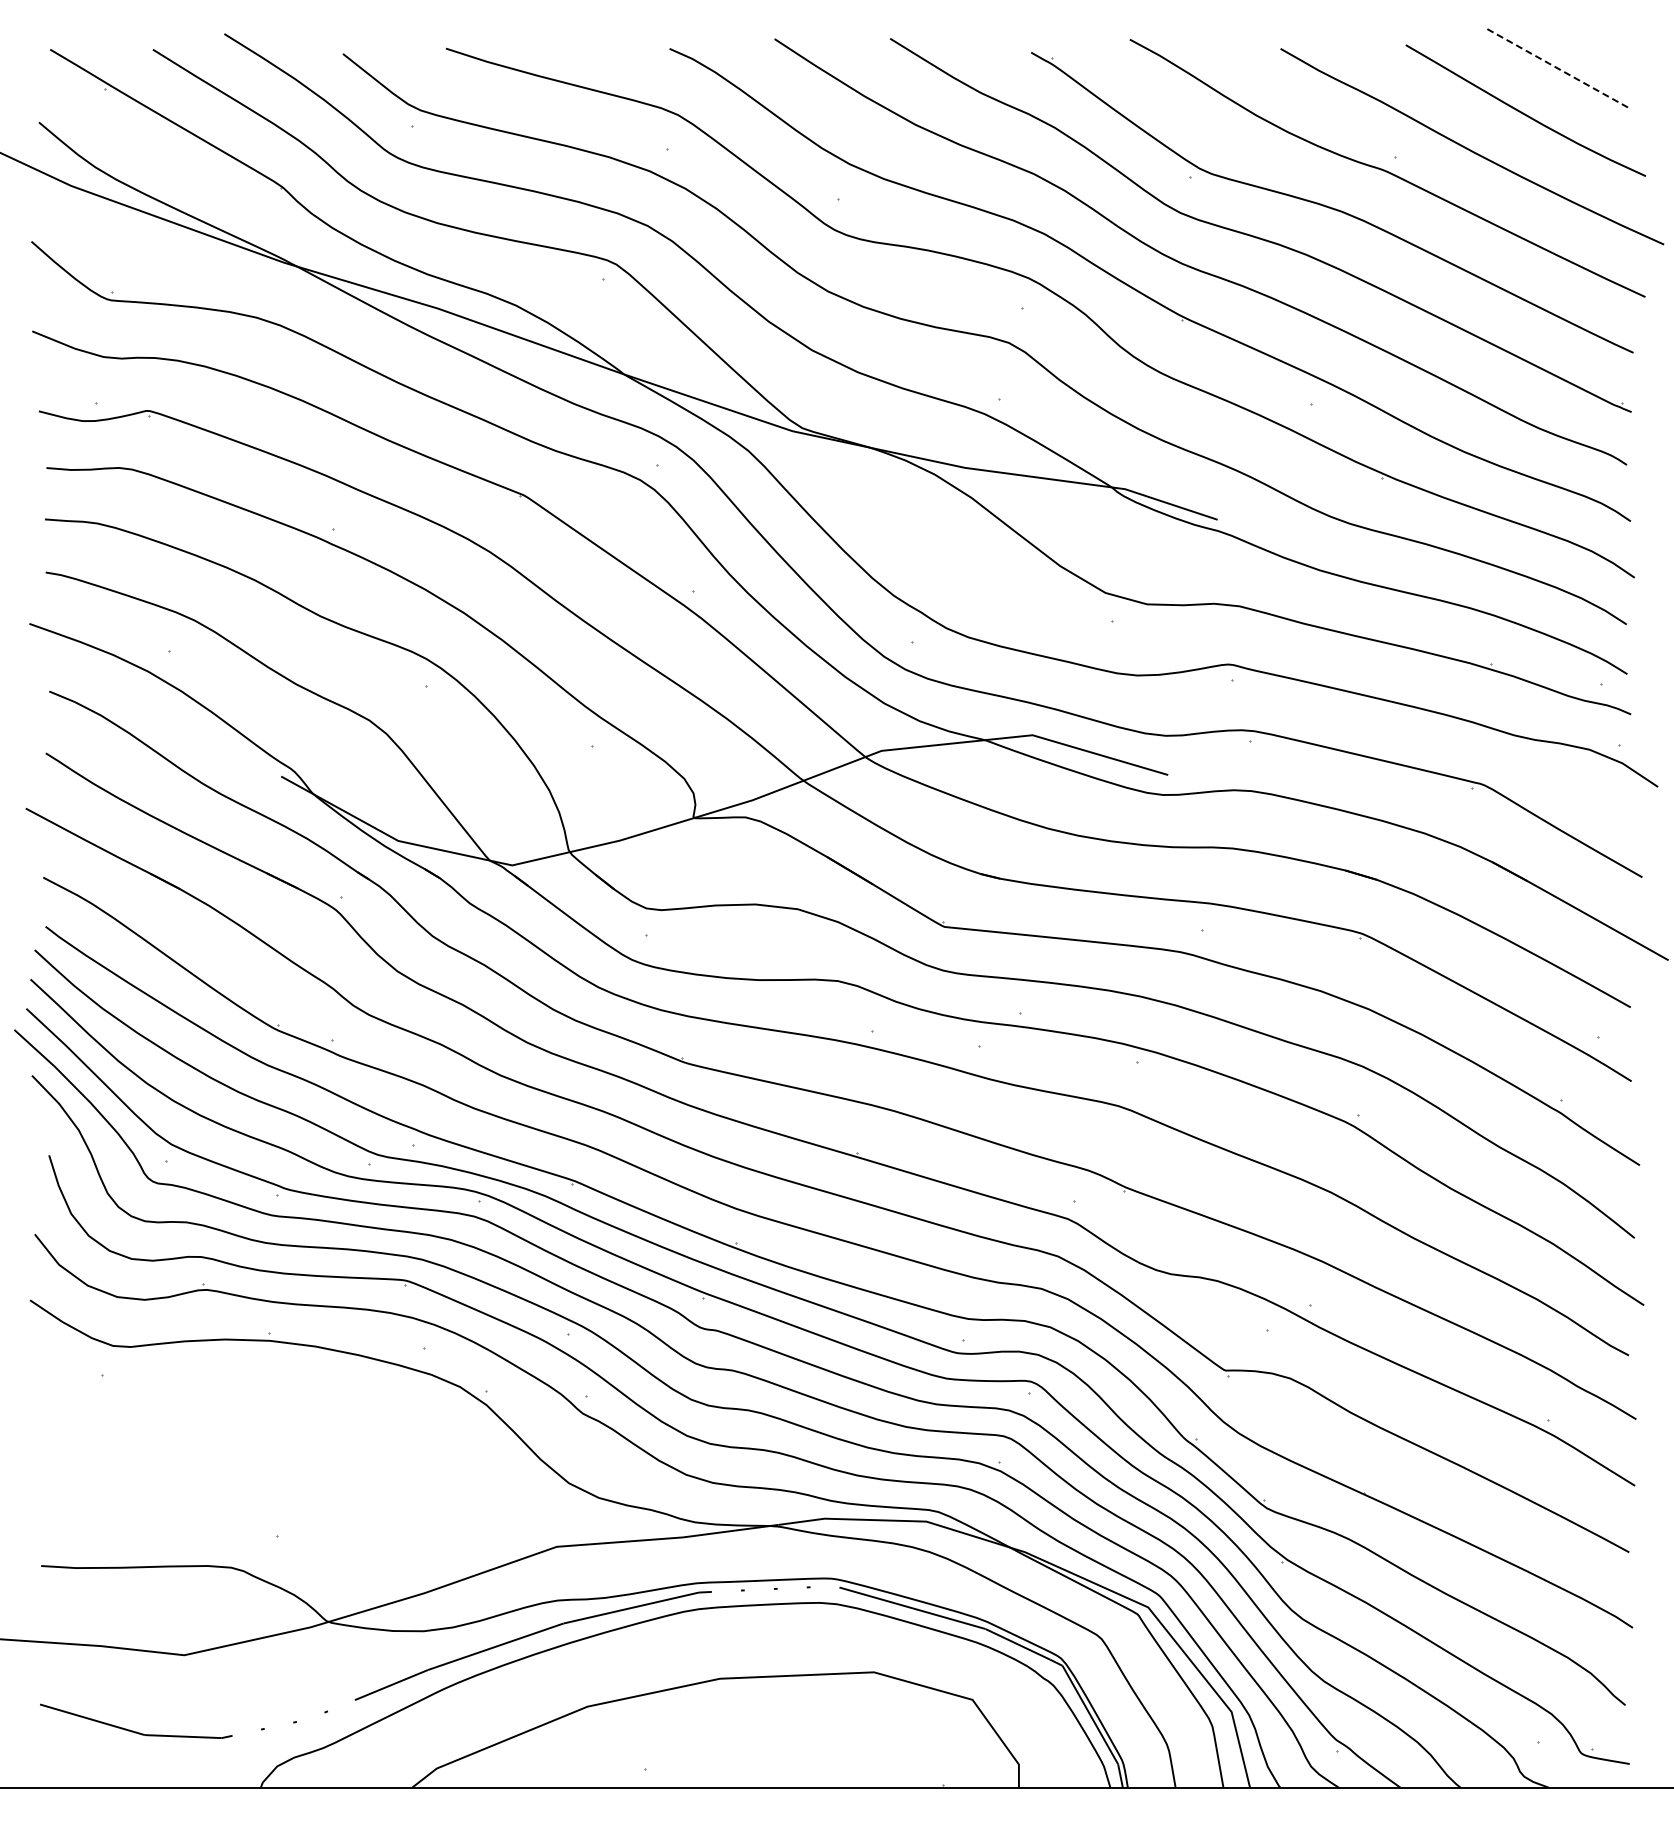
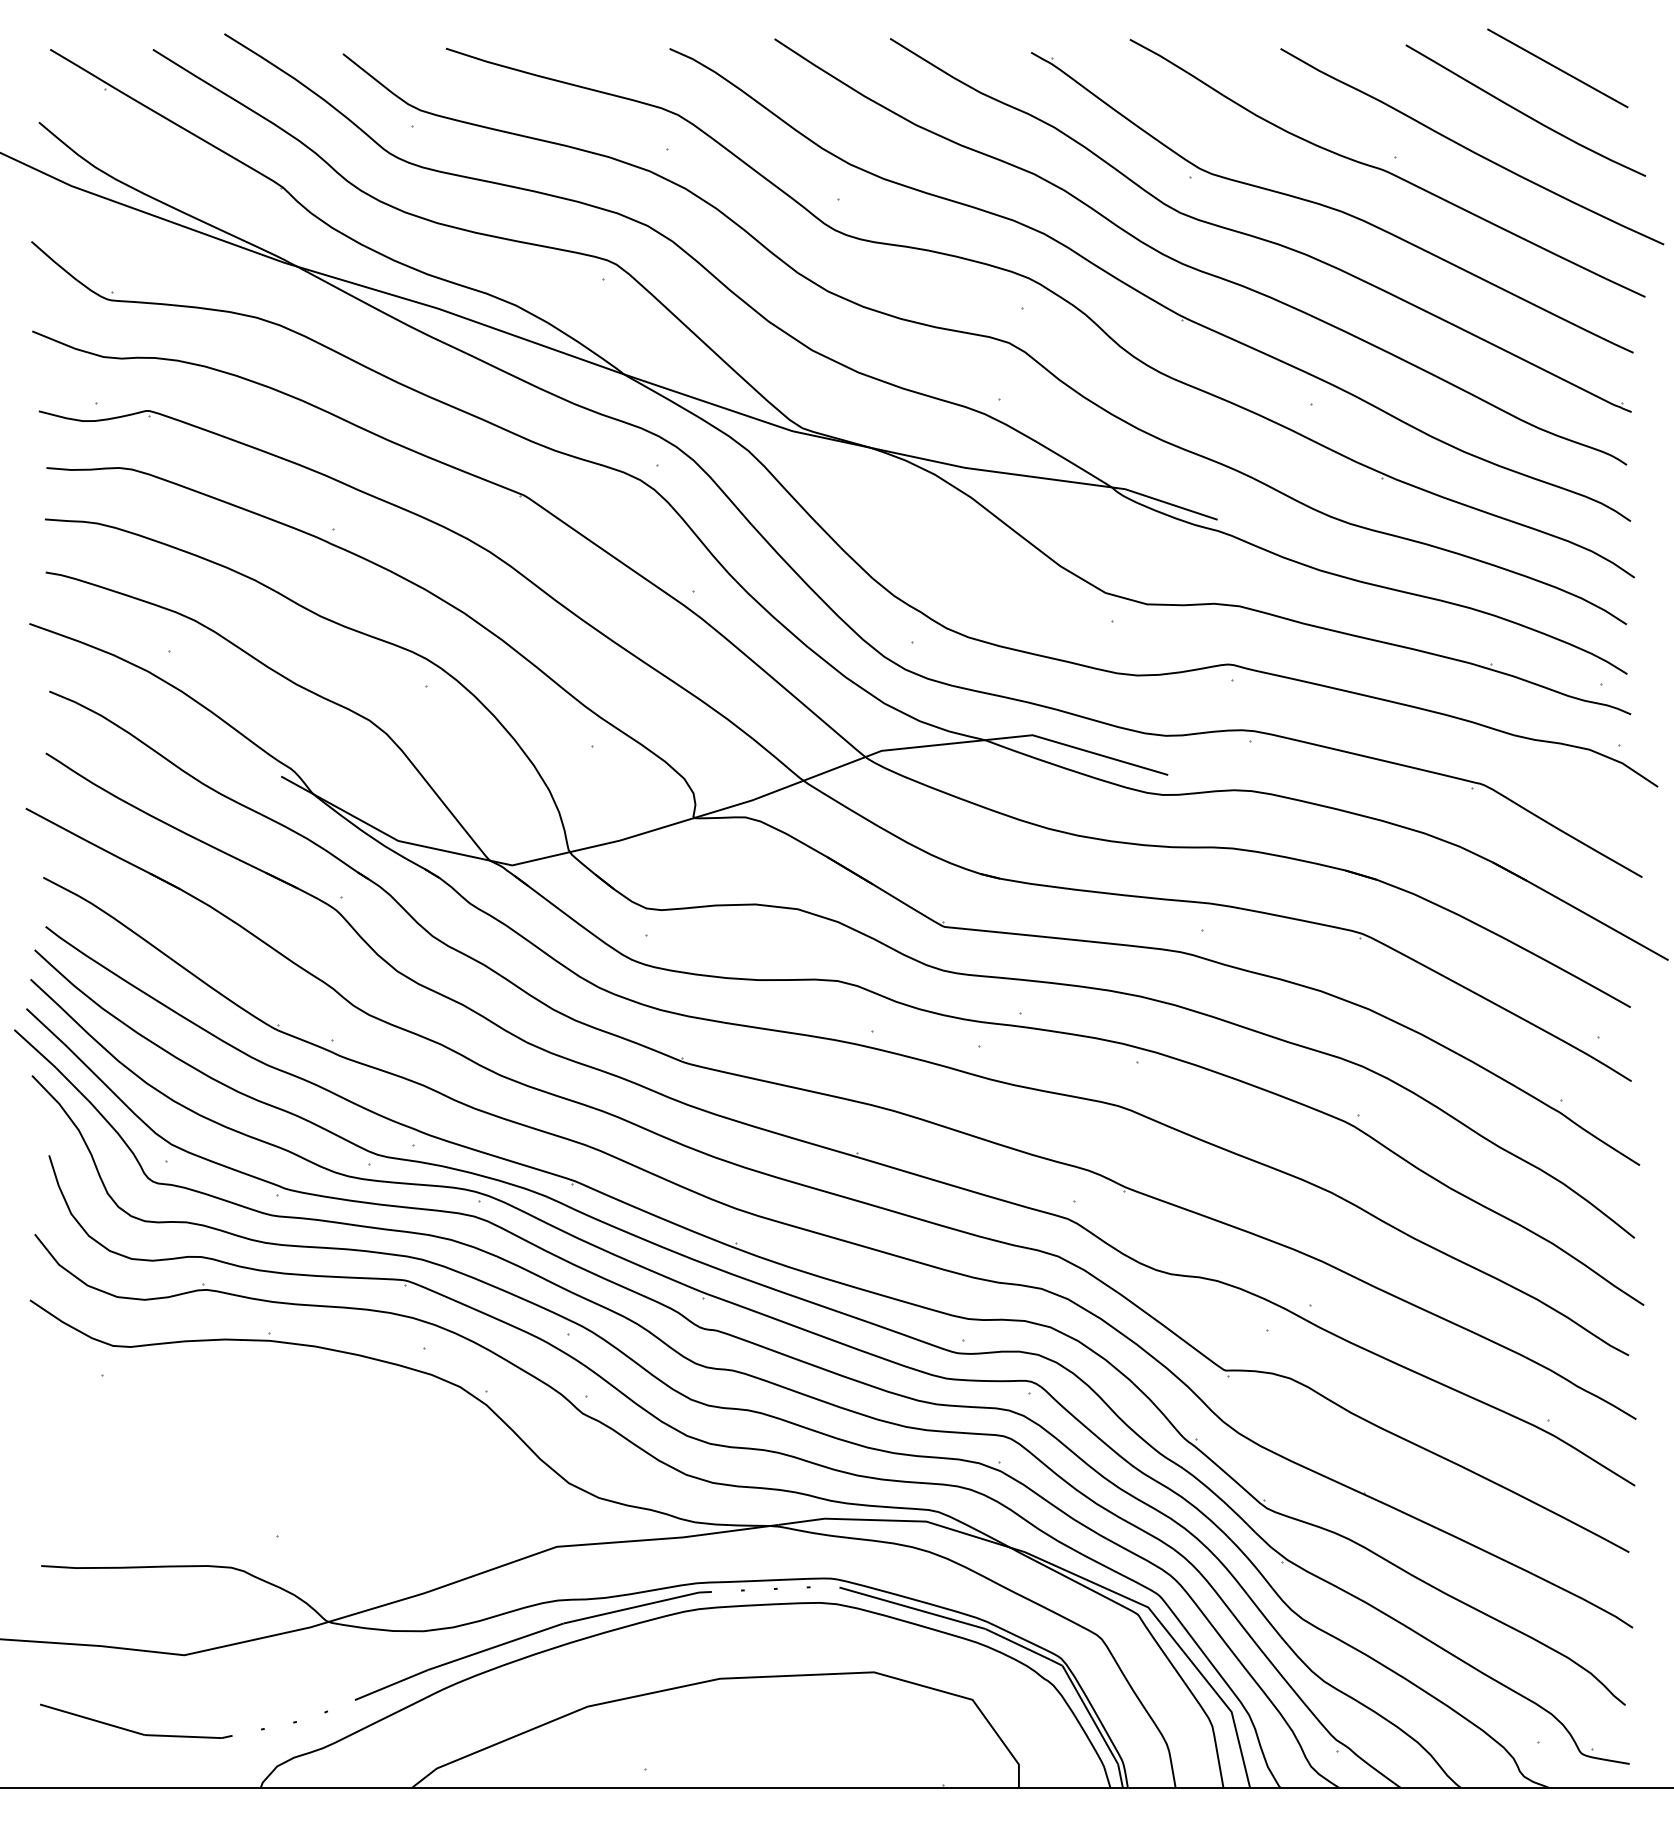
line at (1557, 68): dashed -> solid
